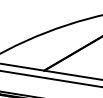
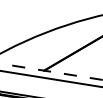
line at (51, 71): solid -> dashed
